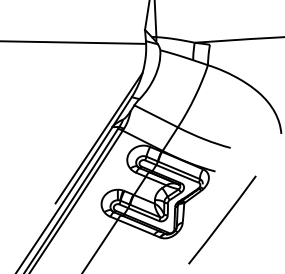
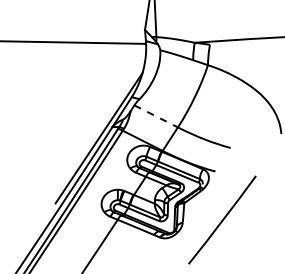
line at (156, 116): solid -> dashed
